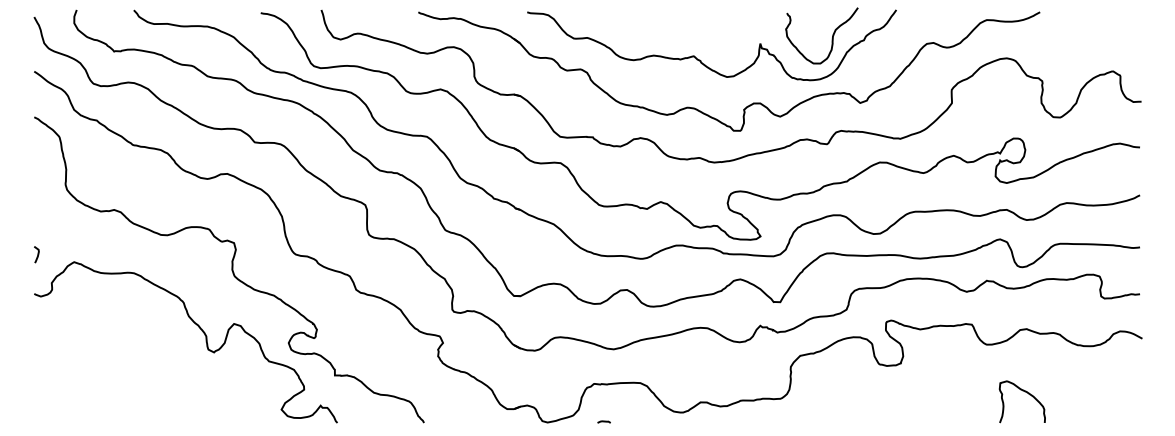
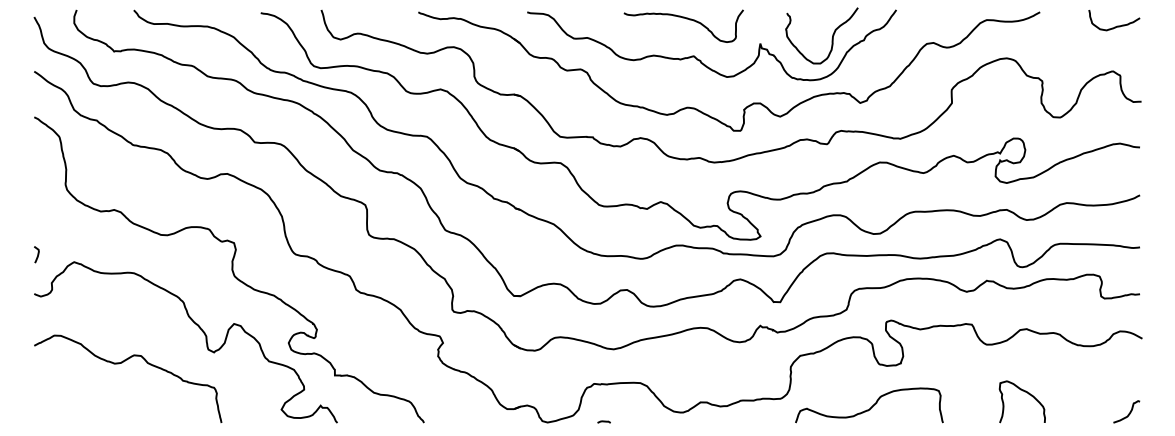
curve at (686, 19): none -> present
curve at (1117, 25): none -> present
curve at (122, 363): none -> present
curve at (871, 406): none -> present
curve at (1128, 413): none -> present
